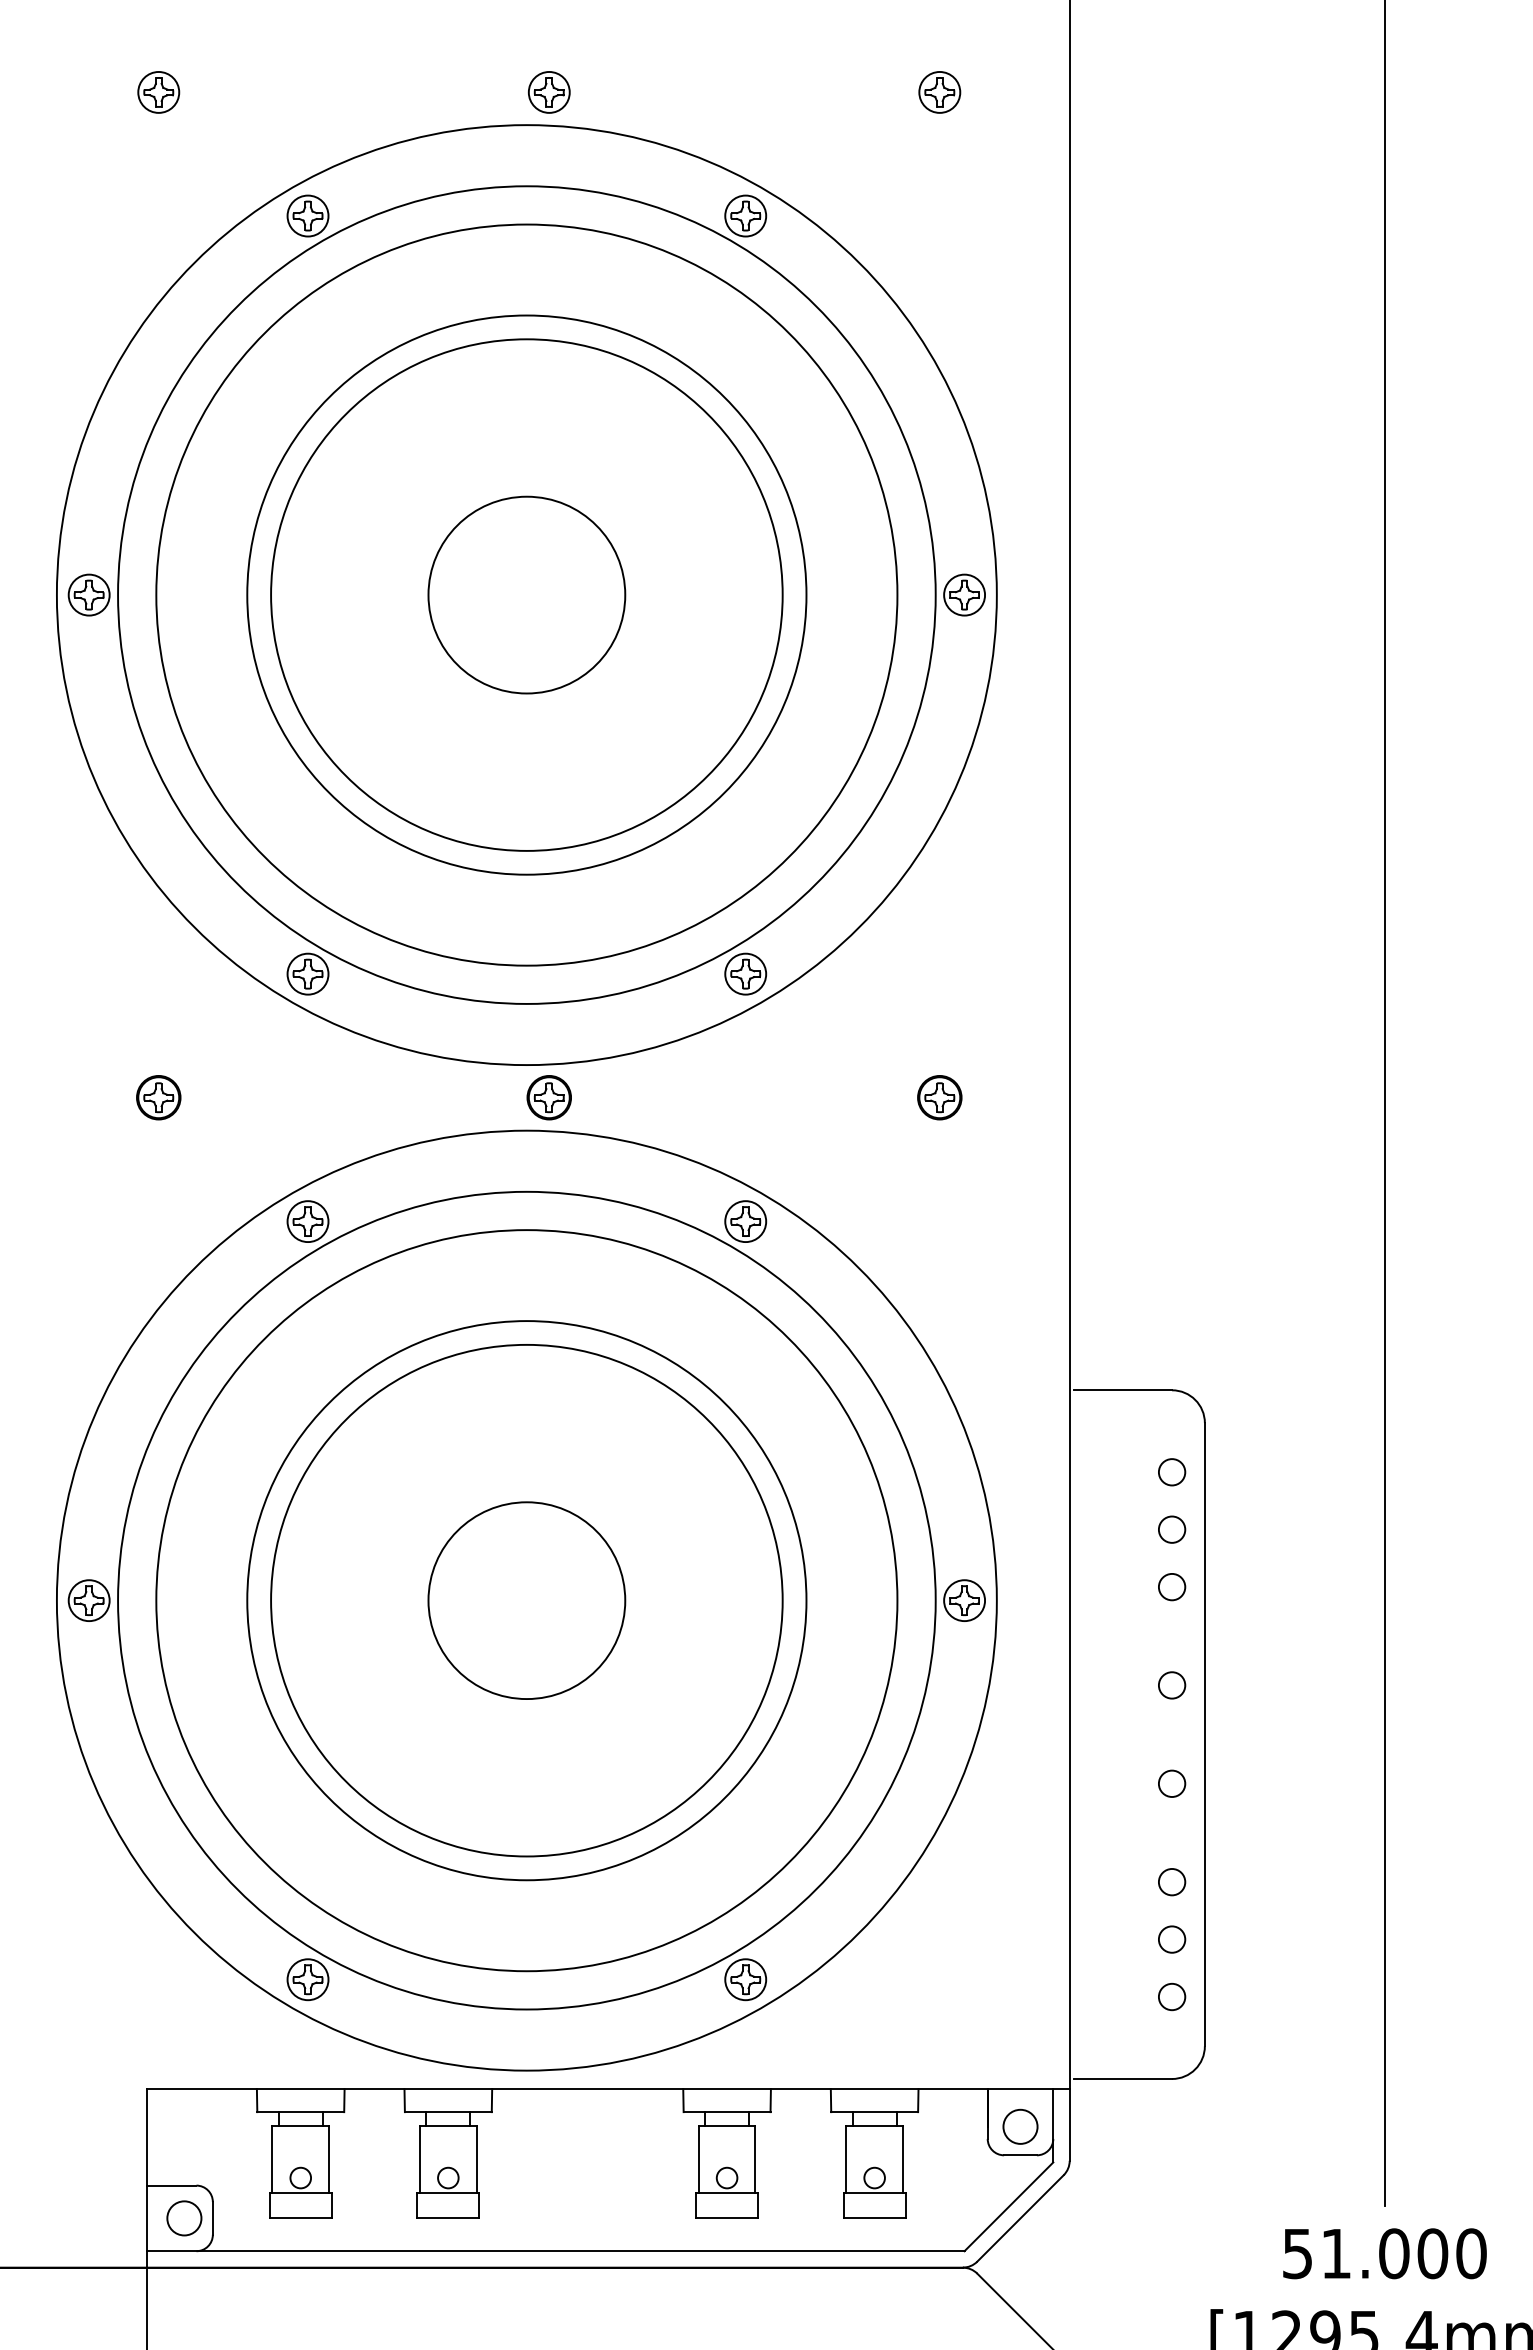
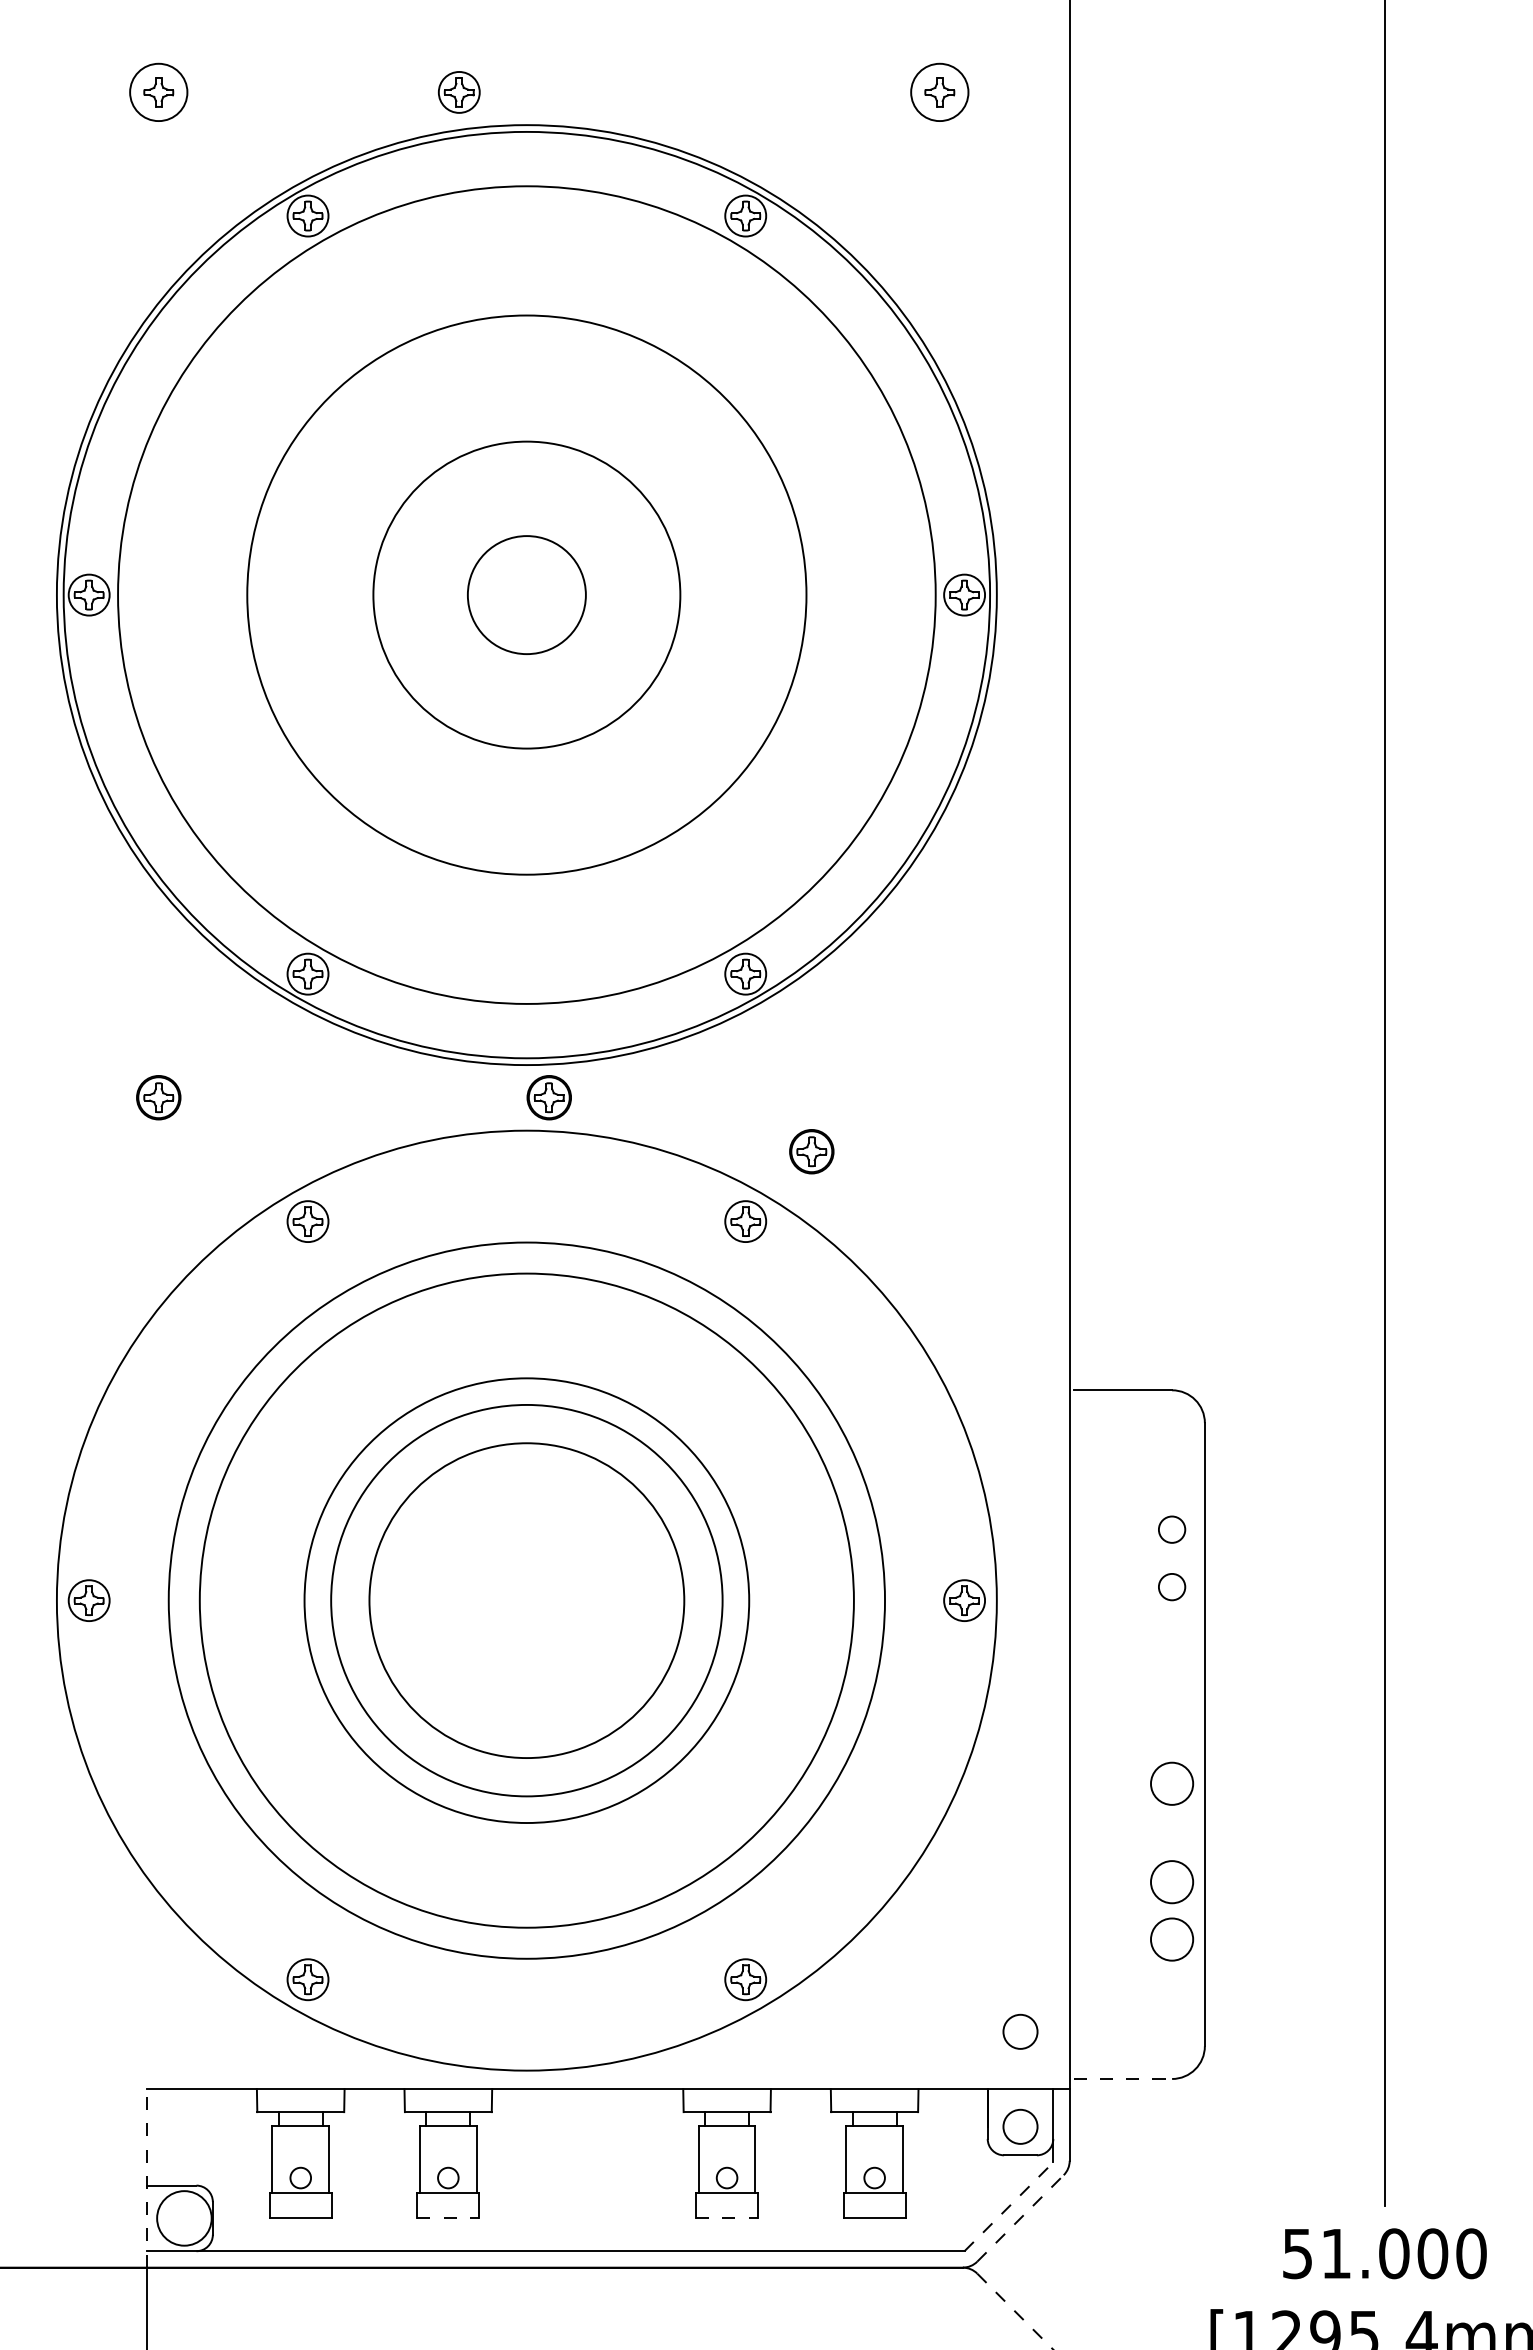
circle at (158, 91) diameter: 41 px -> 57 px
circle at (939, 91) diameter: 41 px -> 57 px
part at (548, 92) position: (548, 92) -> (458, 92)
circle at (526, 594) diameter: 197 px -> 118 px
circle at (526, 594) diameter: 512 px -> 307 px
circle at (526, 594) diameter: 741 px -> 926 px
part at (939, 1097) position: (939, 1097) -> (811, 1151)
circle at (1172, 1472): present -> none
circle at (526, 1600) diameter: 197 px -> 315 px
circle at (526, 1600) diameter: 512 px -> 716 px
circle at (526, 1600) diameter: 559 px -> 391 px
circle at (526, 1600) diameter: 741 px -> 445 px
circle at (526, 1600) diameter: 818 px -> 654 px
circle at (1172, 1685): present -> none
circle at (1171, 1783) diameter: 26 px -> 42 px
circle at (1171, 1882) diameter: 26 px -> 42 px
circle at (1171, 1939) diameter: 26 px -> 42 px
circle at (1172, 1996): present -> none
circle at (1020, 2031): none -> present
line at (1123, 2078): solid -> dashed
line at (146, 2177): solid -> dashed
line at (1008, 2206): solid -> dashed
circle at (184, 2218) diameter: 34 px -> 55 px
line at (448, 2218): solid -> dashed
line at (727, 2218): solid -> dashed
line at (1020, 2218): solid -> dashed
line at (1015, 2311): solid -> dashed
